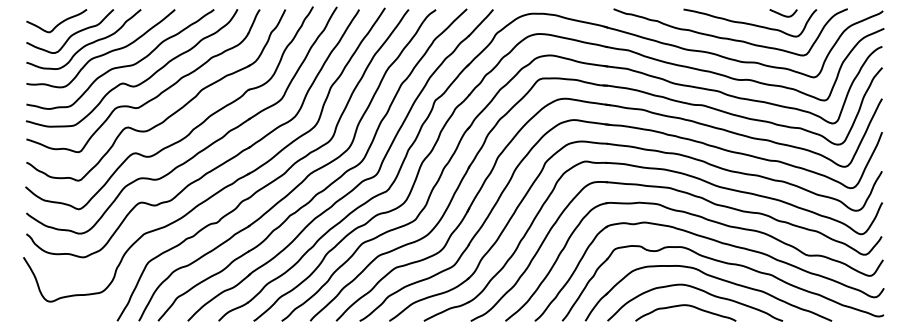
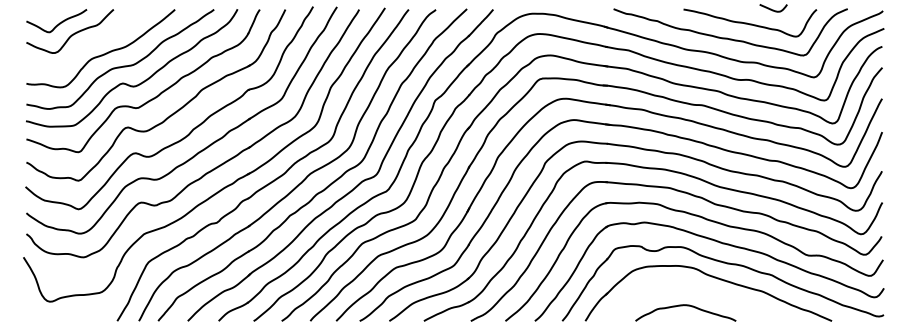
curve at (783, 14) position: (783, 14) -> (773, 9)
curve at (85, 44): present -> none
curve at (698, 290): present -> none
